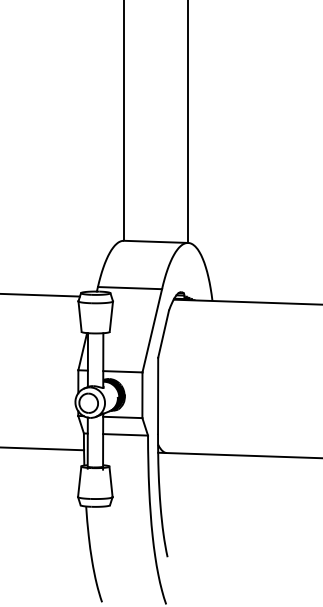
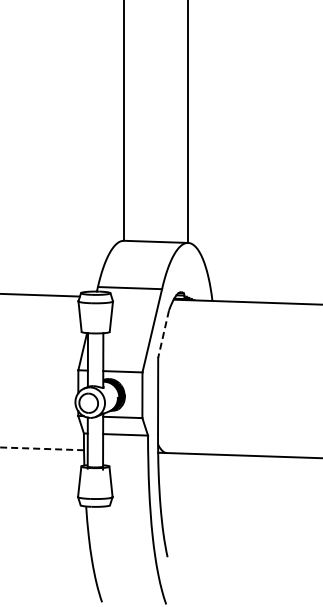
line at (163, 334): solid -> dashed
line at (42, 448): solid -> dashed
